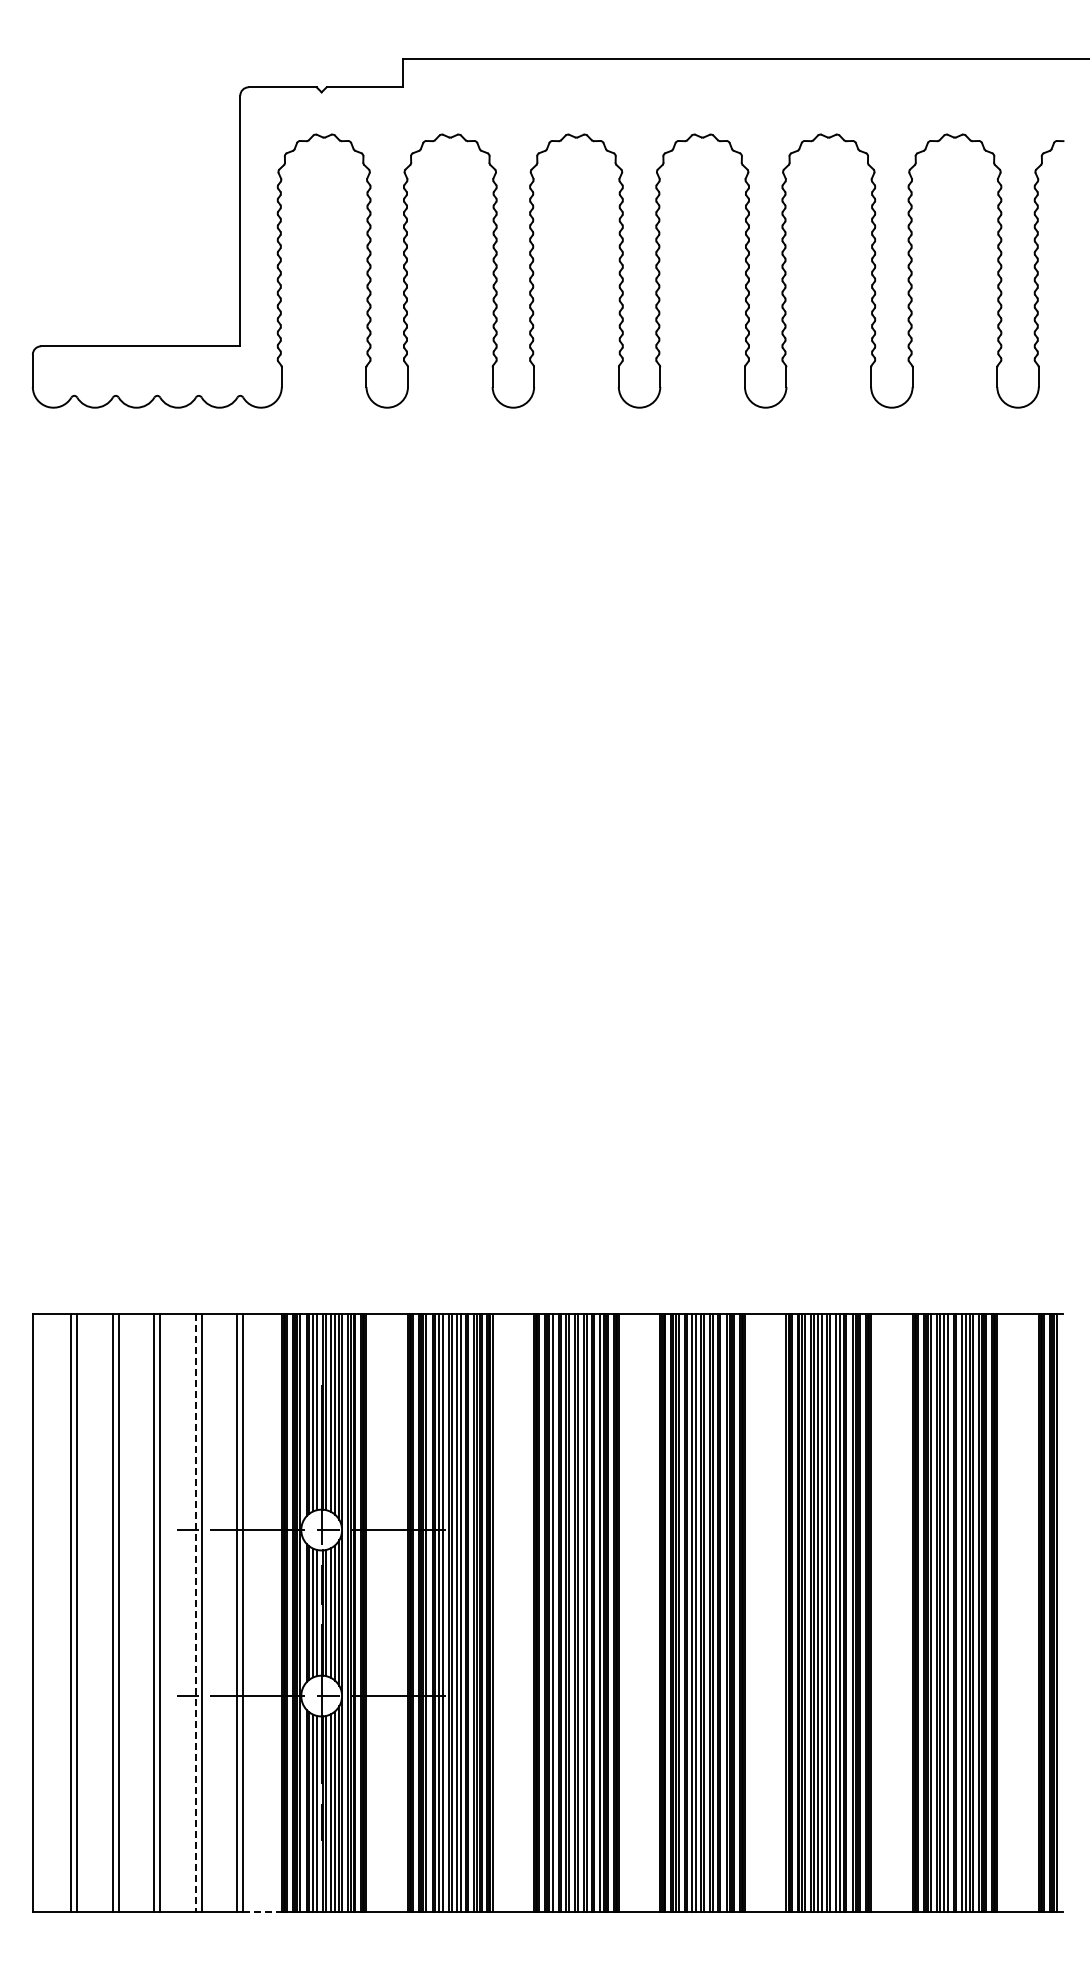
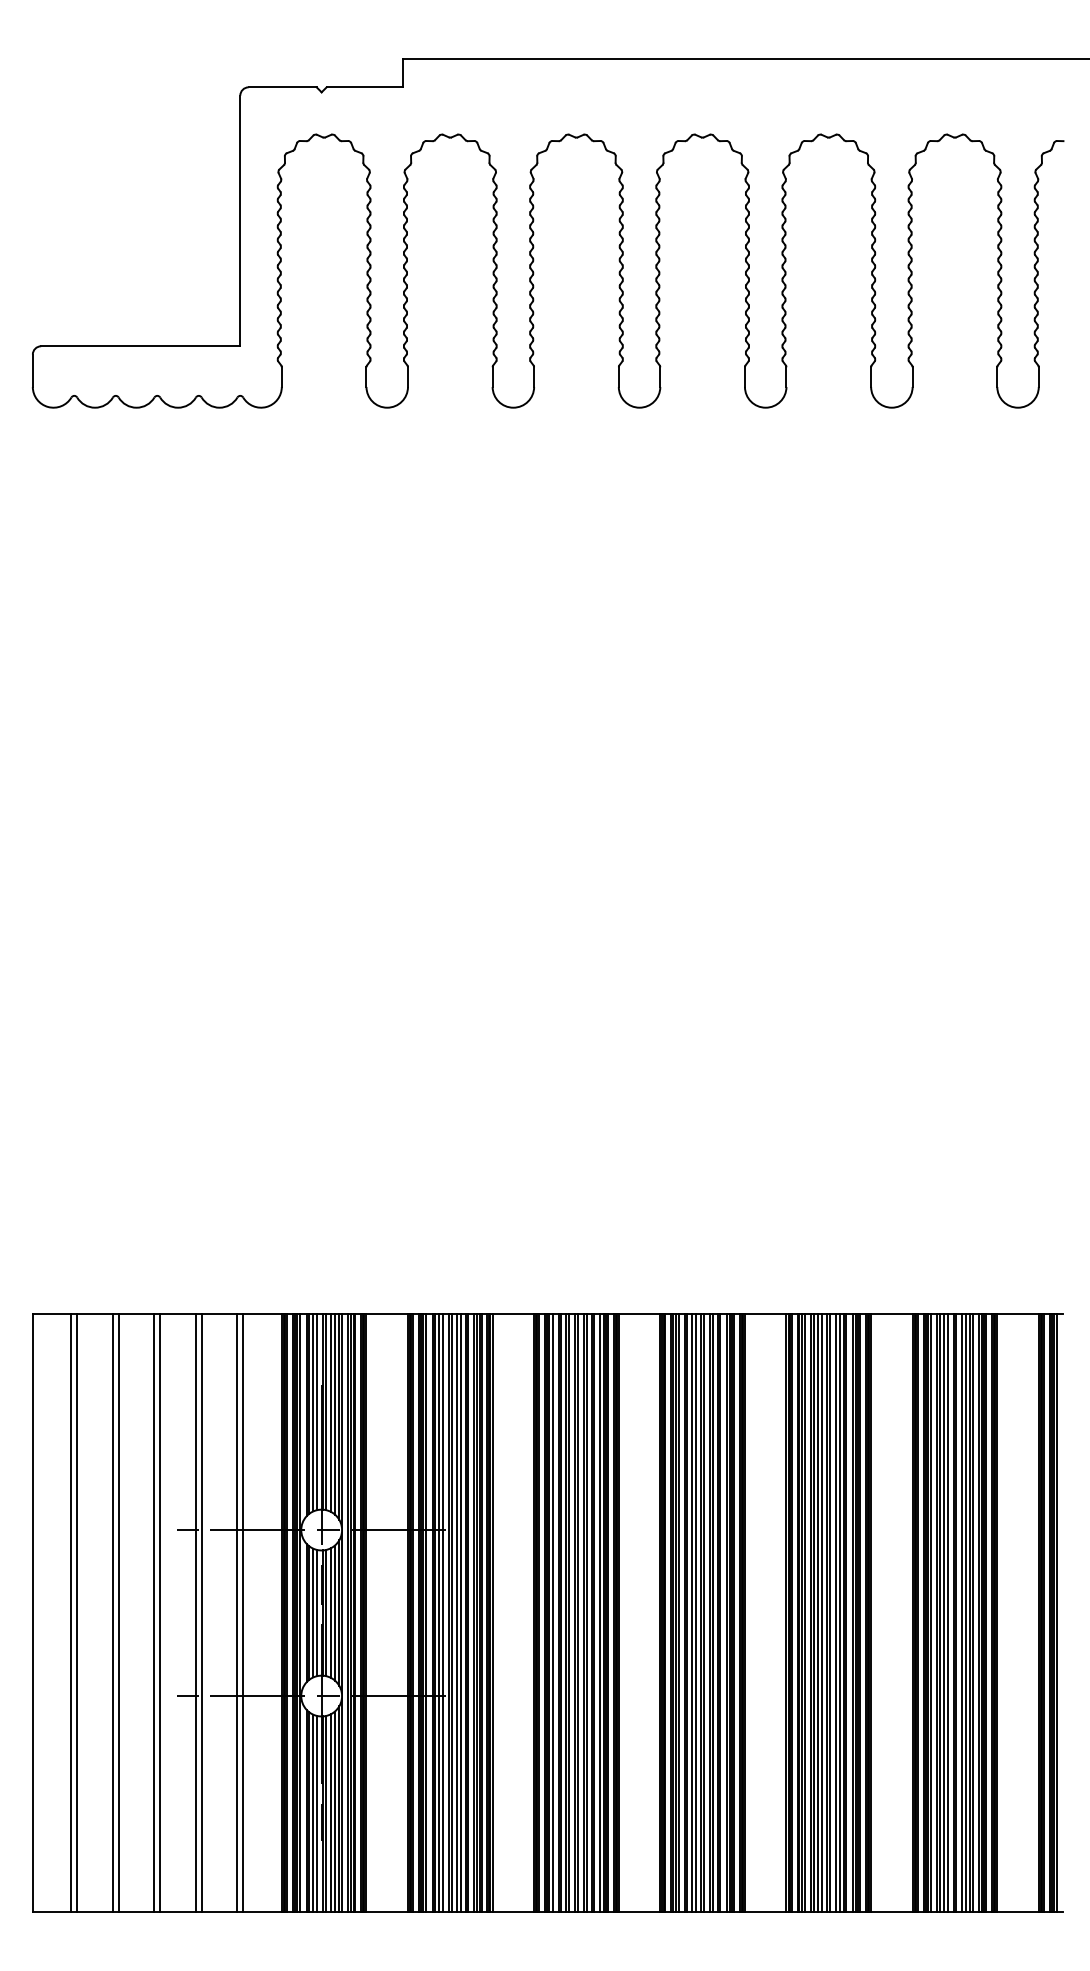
line at (195, 1613): dashed -> solid
line at (263, 1911): dashed -> solid
